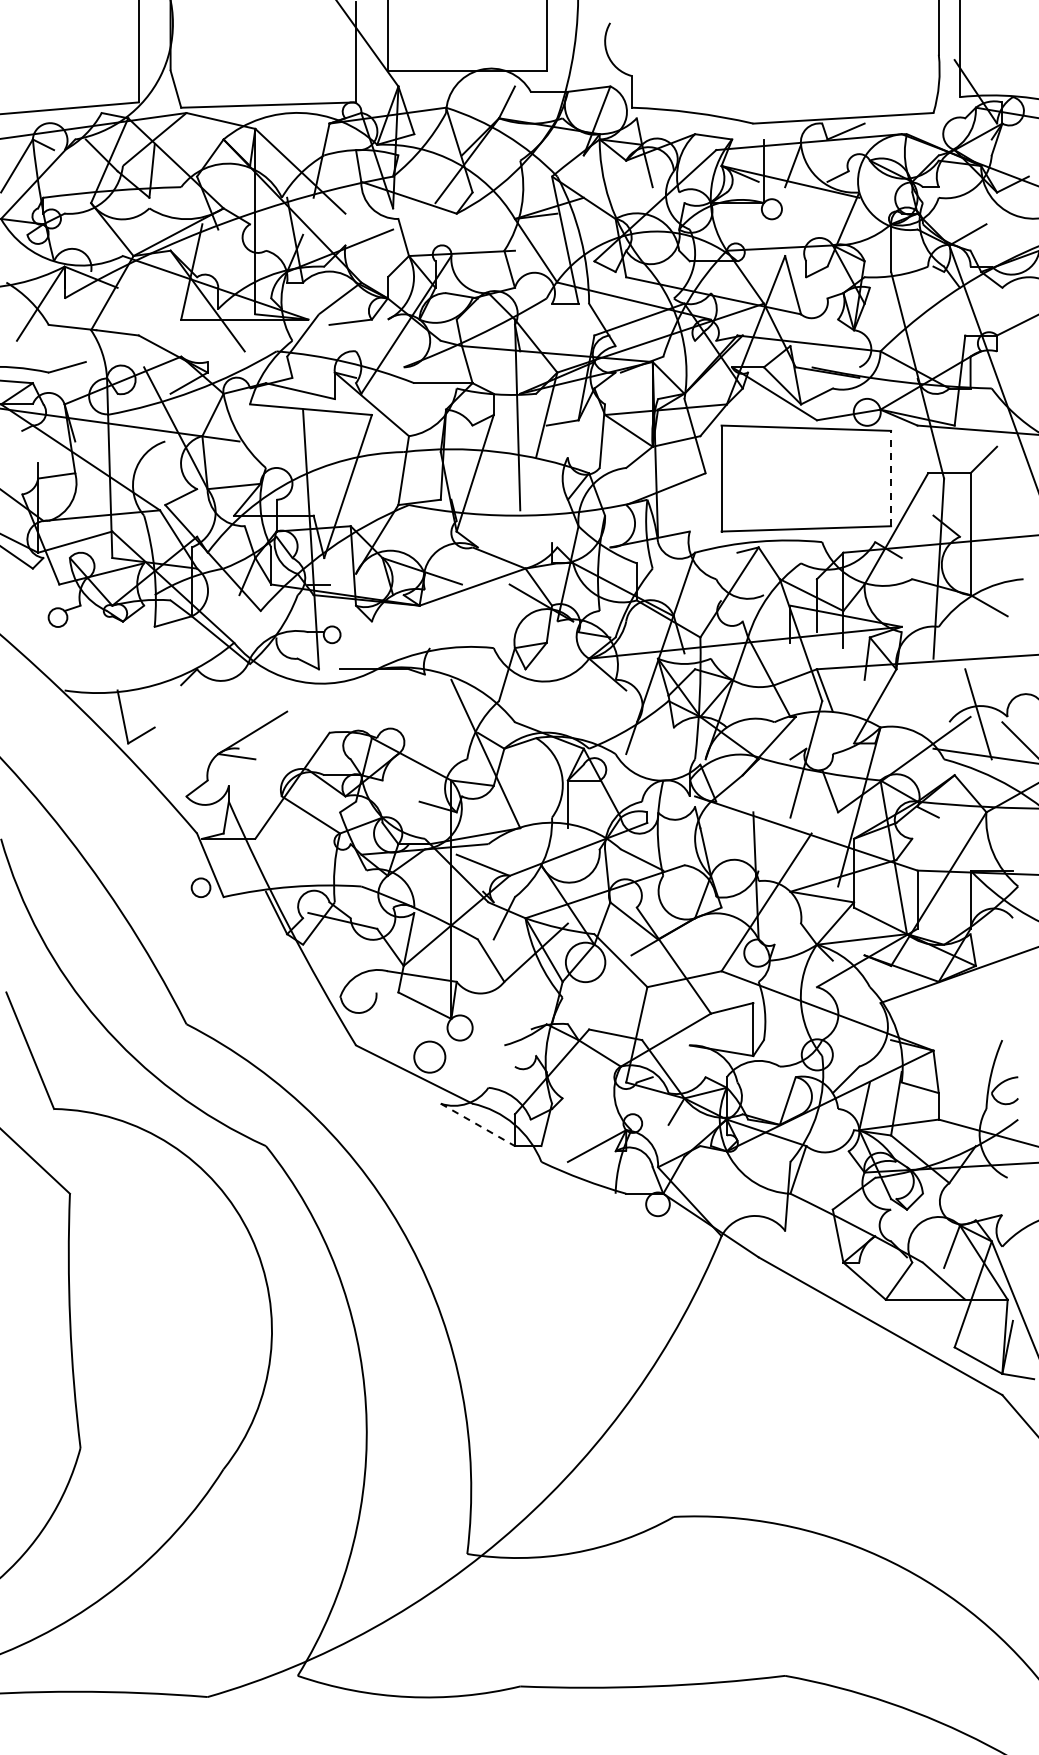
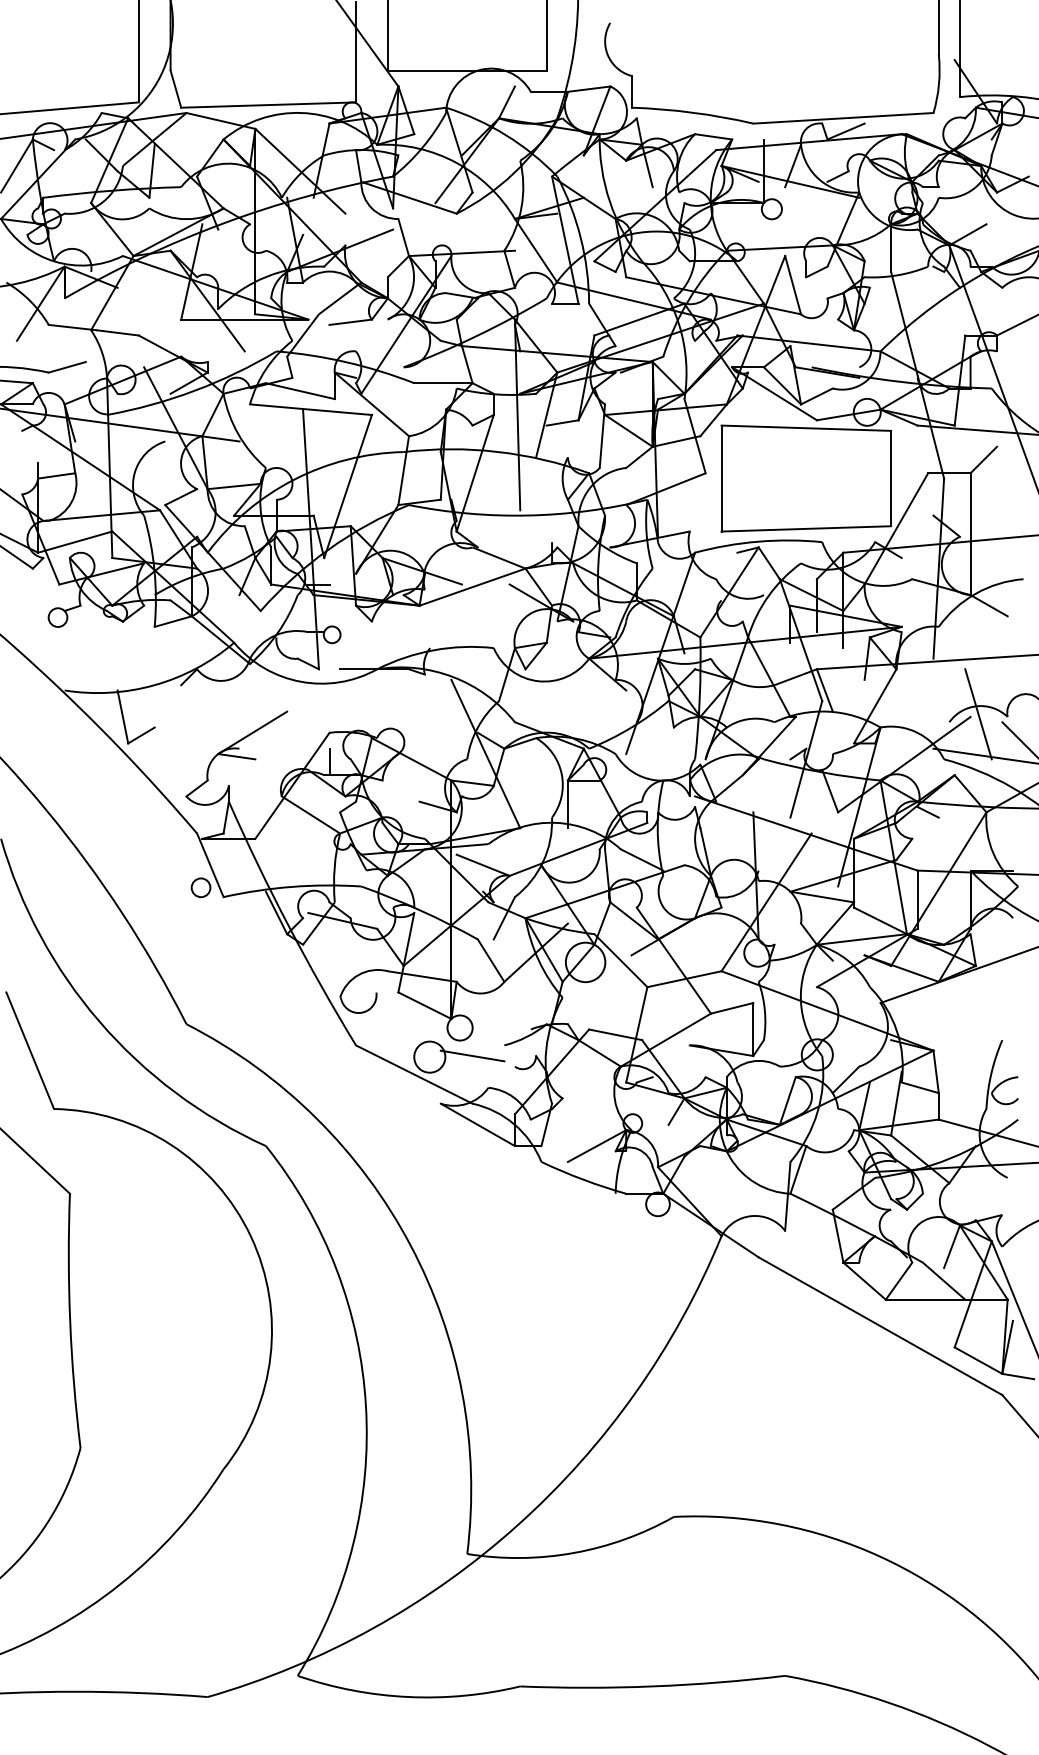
line at (891, 478): dashed -> solid
line at (329, 761): none -> present
line at (472, 1055): none -> present
line at (477, 1124): dashed -> solid
